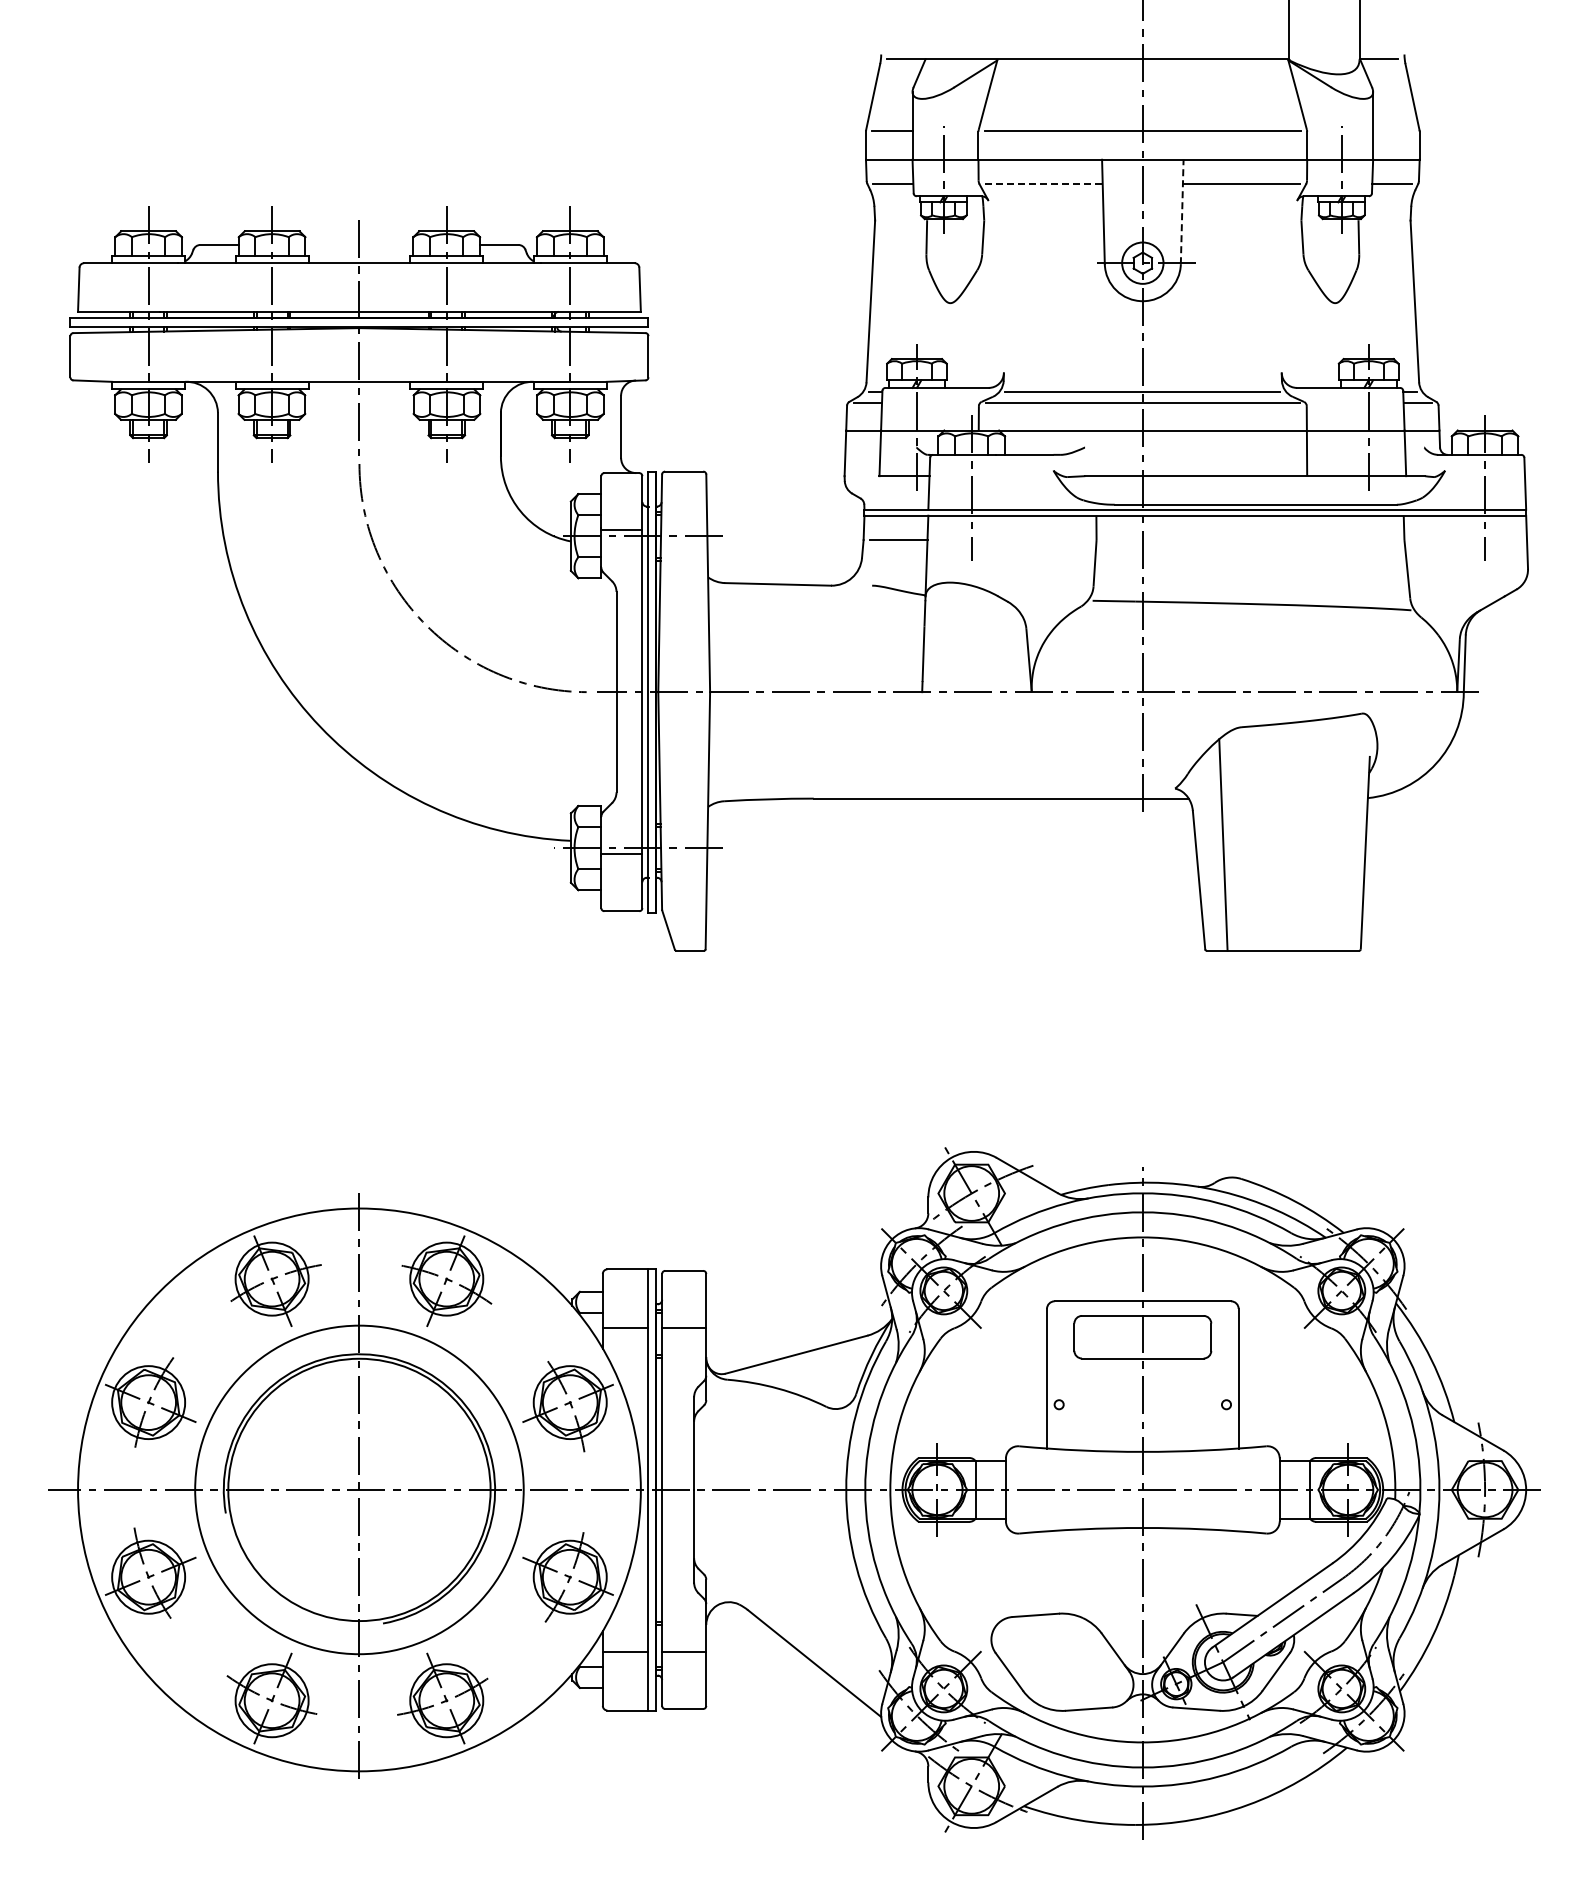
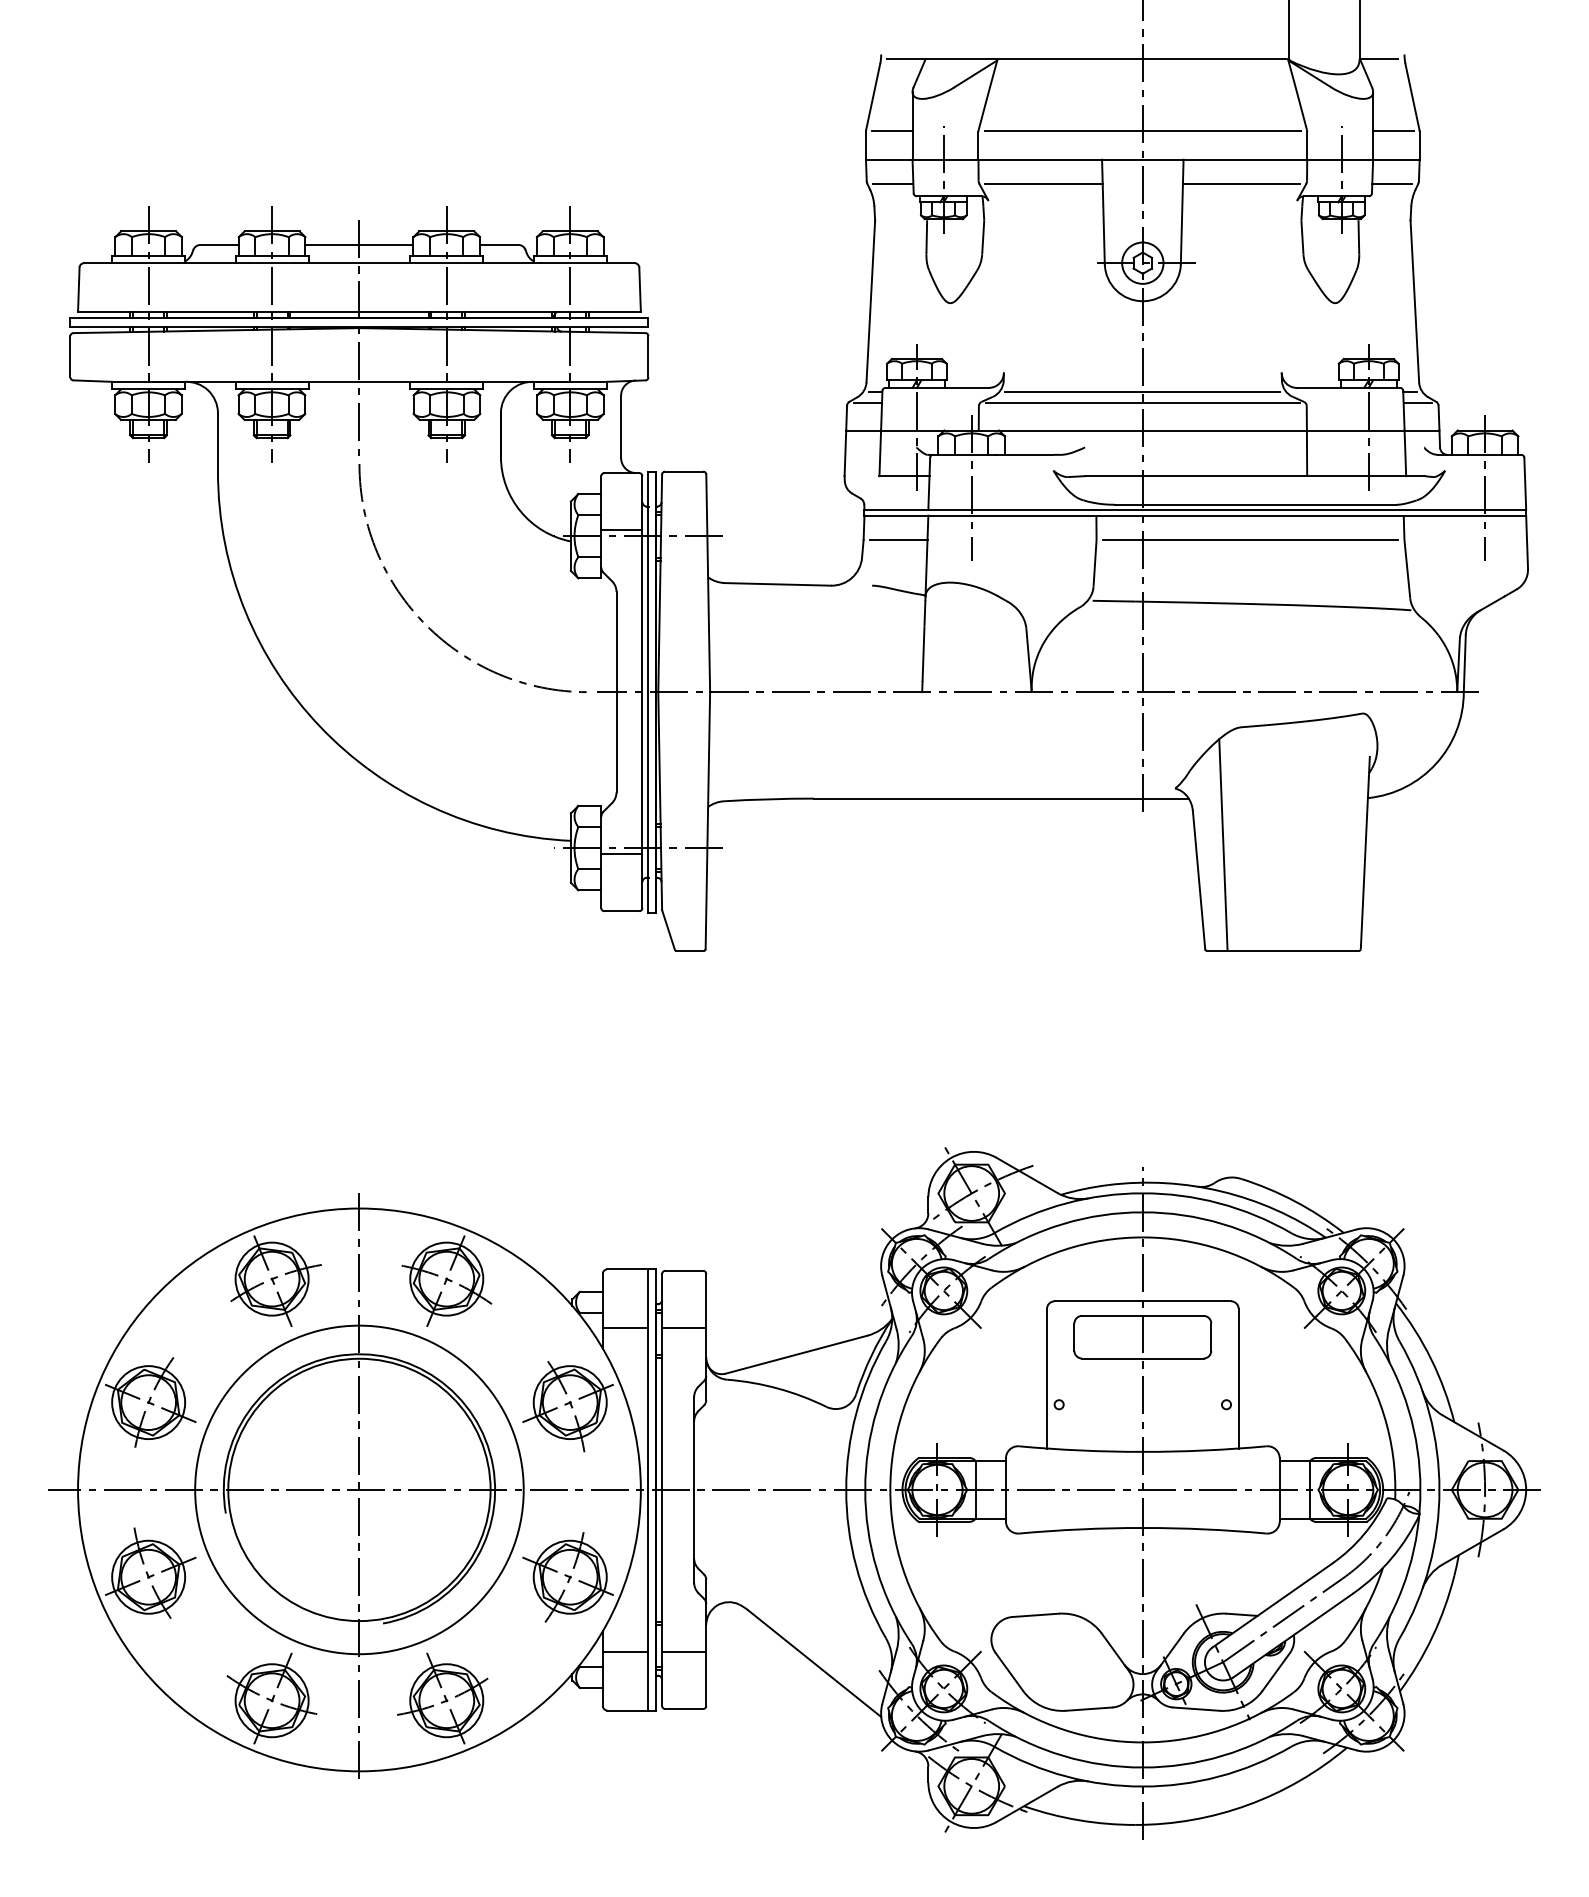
line at (1393, 130): none -> present
line at (1043, 183): dashed -> solid
line at (1182, 211): dashed -> solid
line at (359, 244): none -> present
line at (1250, 540): none -> present
